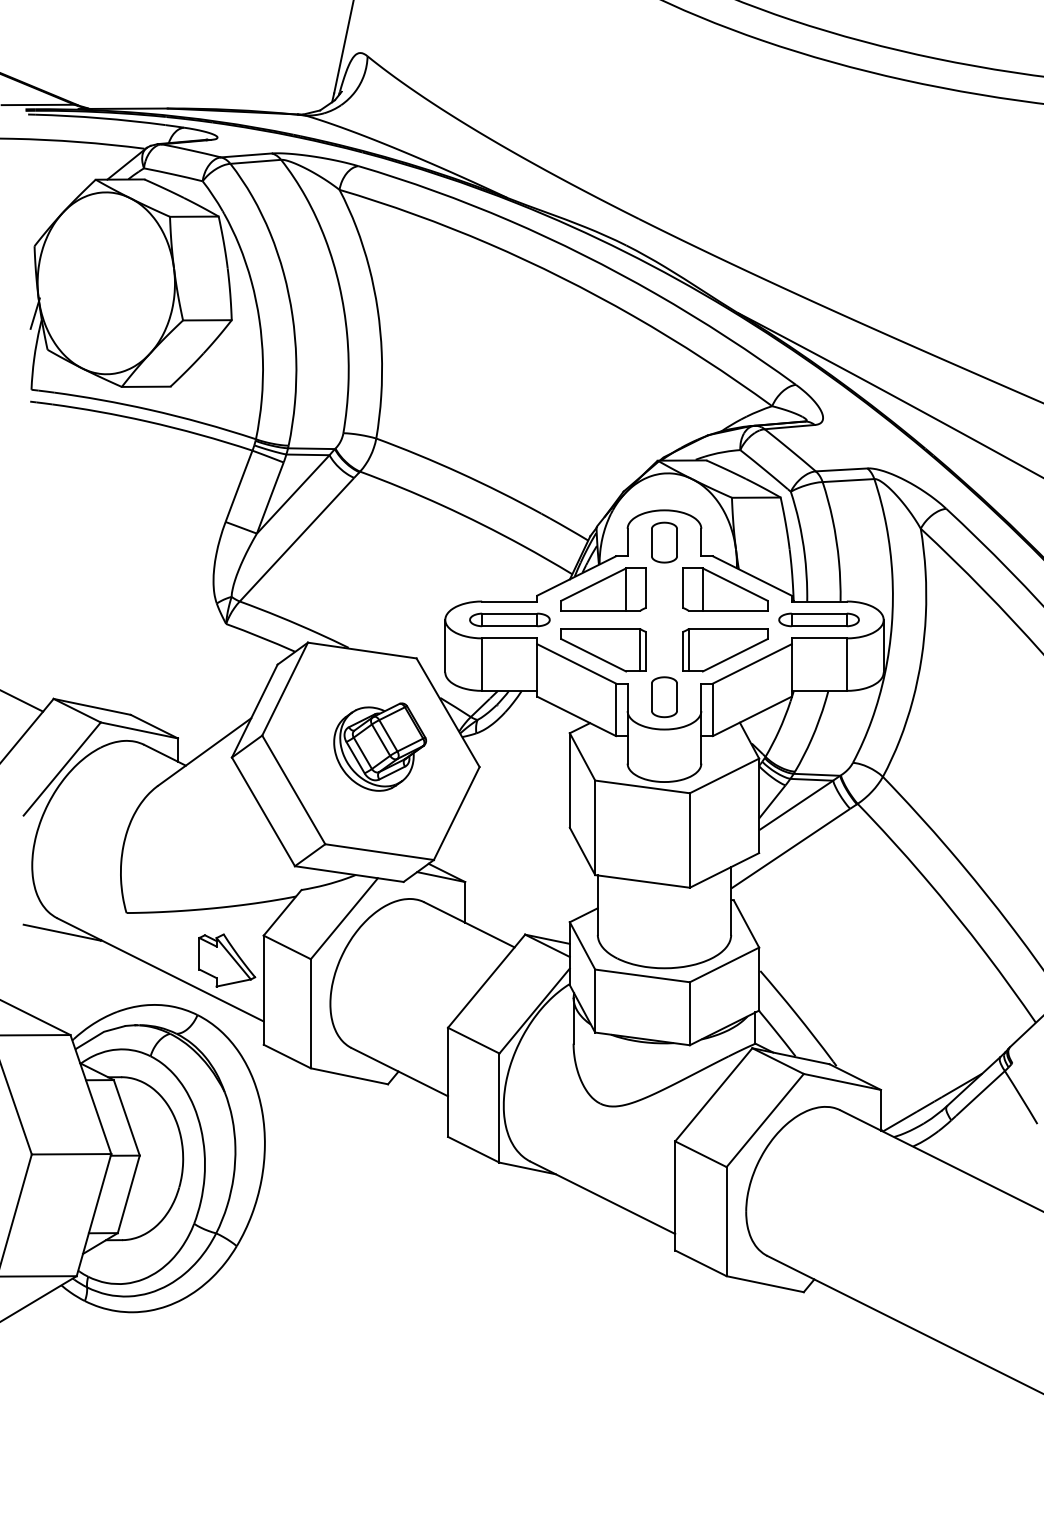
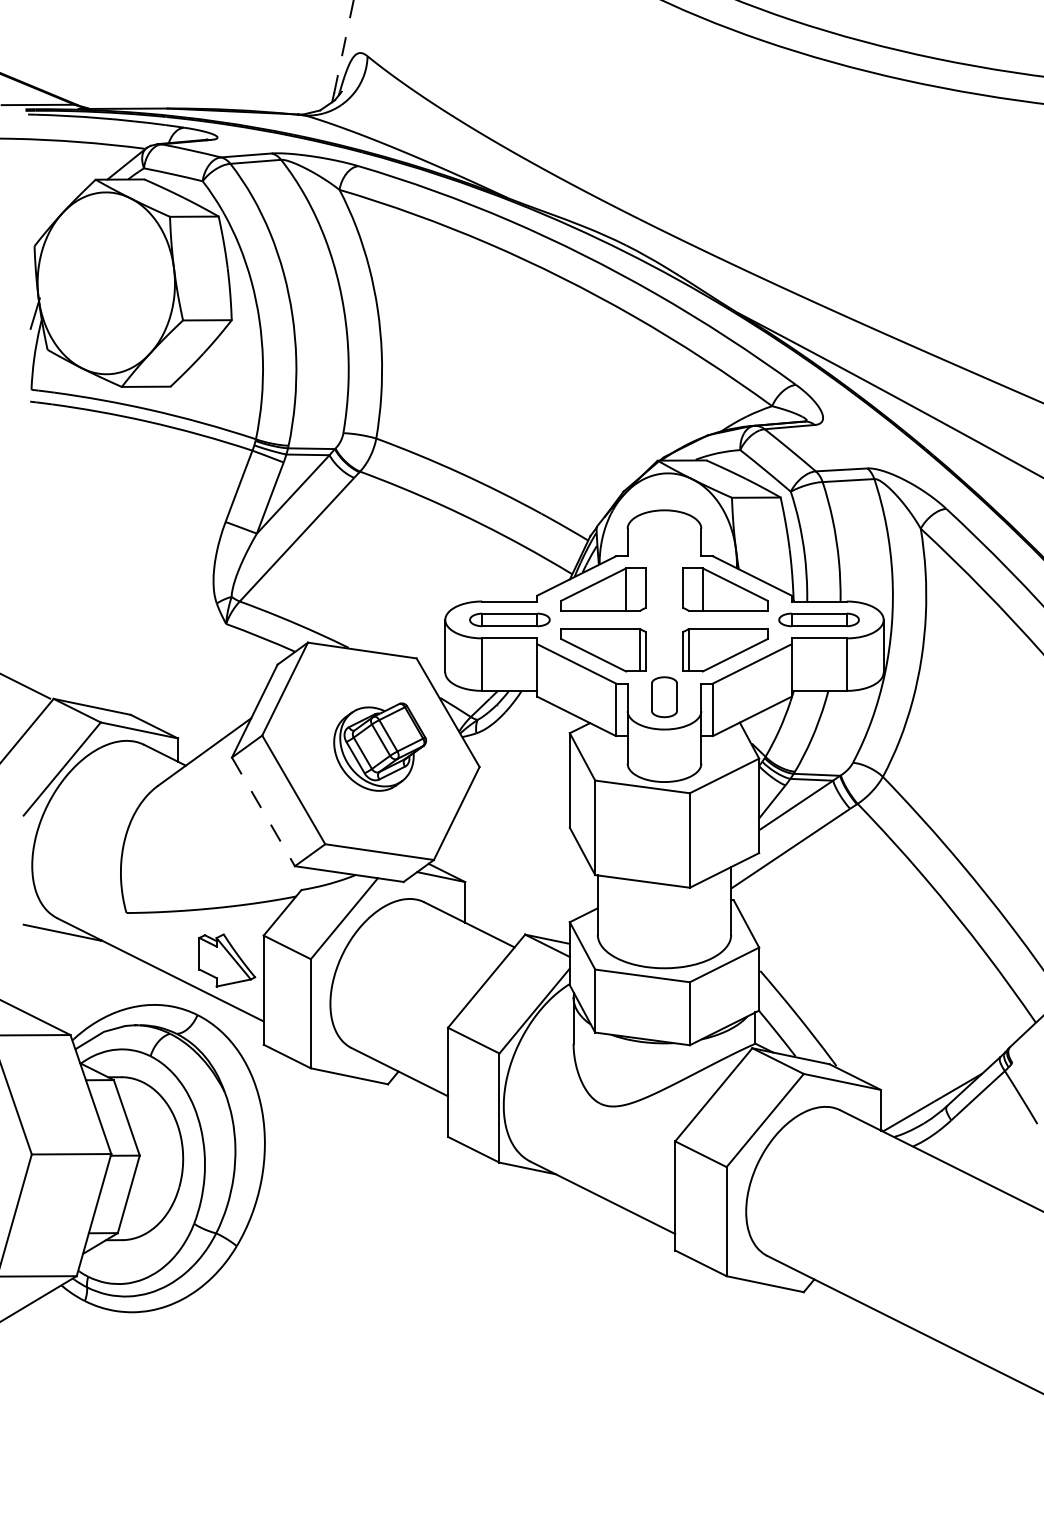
line at (343, 46): solid -> dashed
part at (664, 542): present -> none
line at (22, 701) position: (22, 701) -> (26, 686)
line at (263, 811): solid -> dashed
